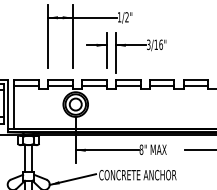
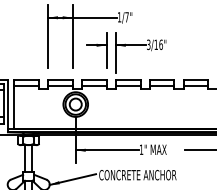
text at (126, 17): 1/2" -> 1/7"
text at (141, 149): 8" -> 1"
